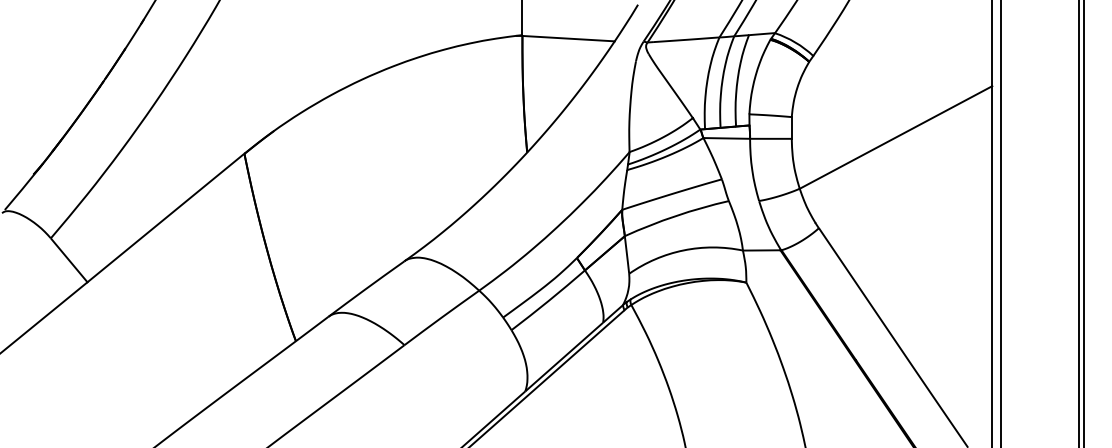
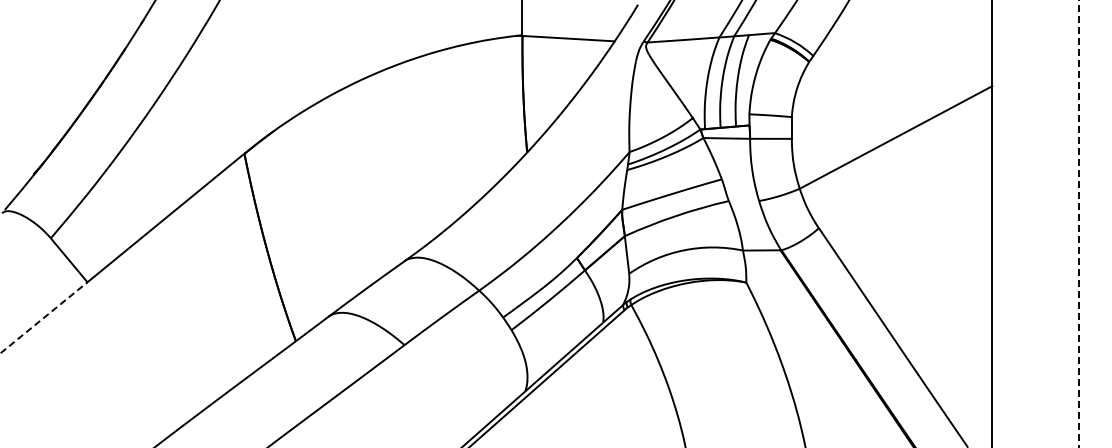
line at (1000, 223): present -> none
line at (1078, 223): solid -> dashed
line at (1084, 223): present -> none
line at (44, 317): solid -> dashed
